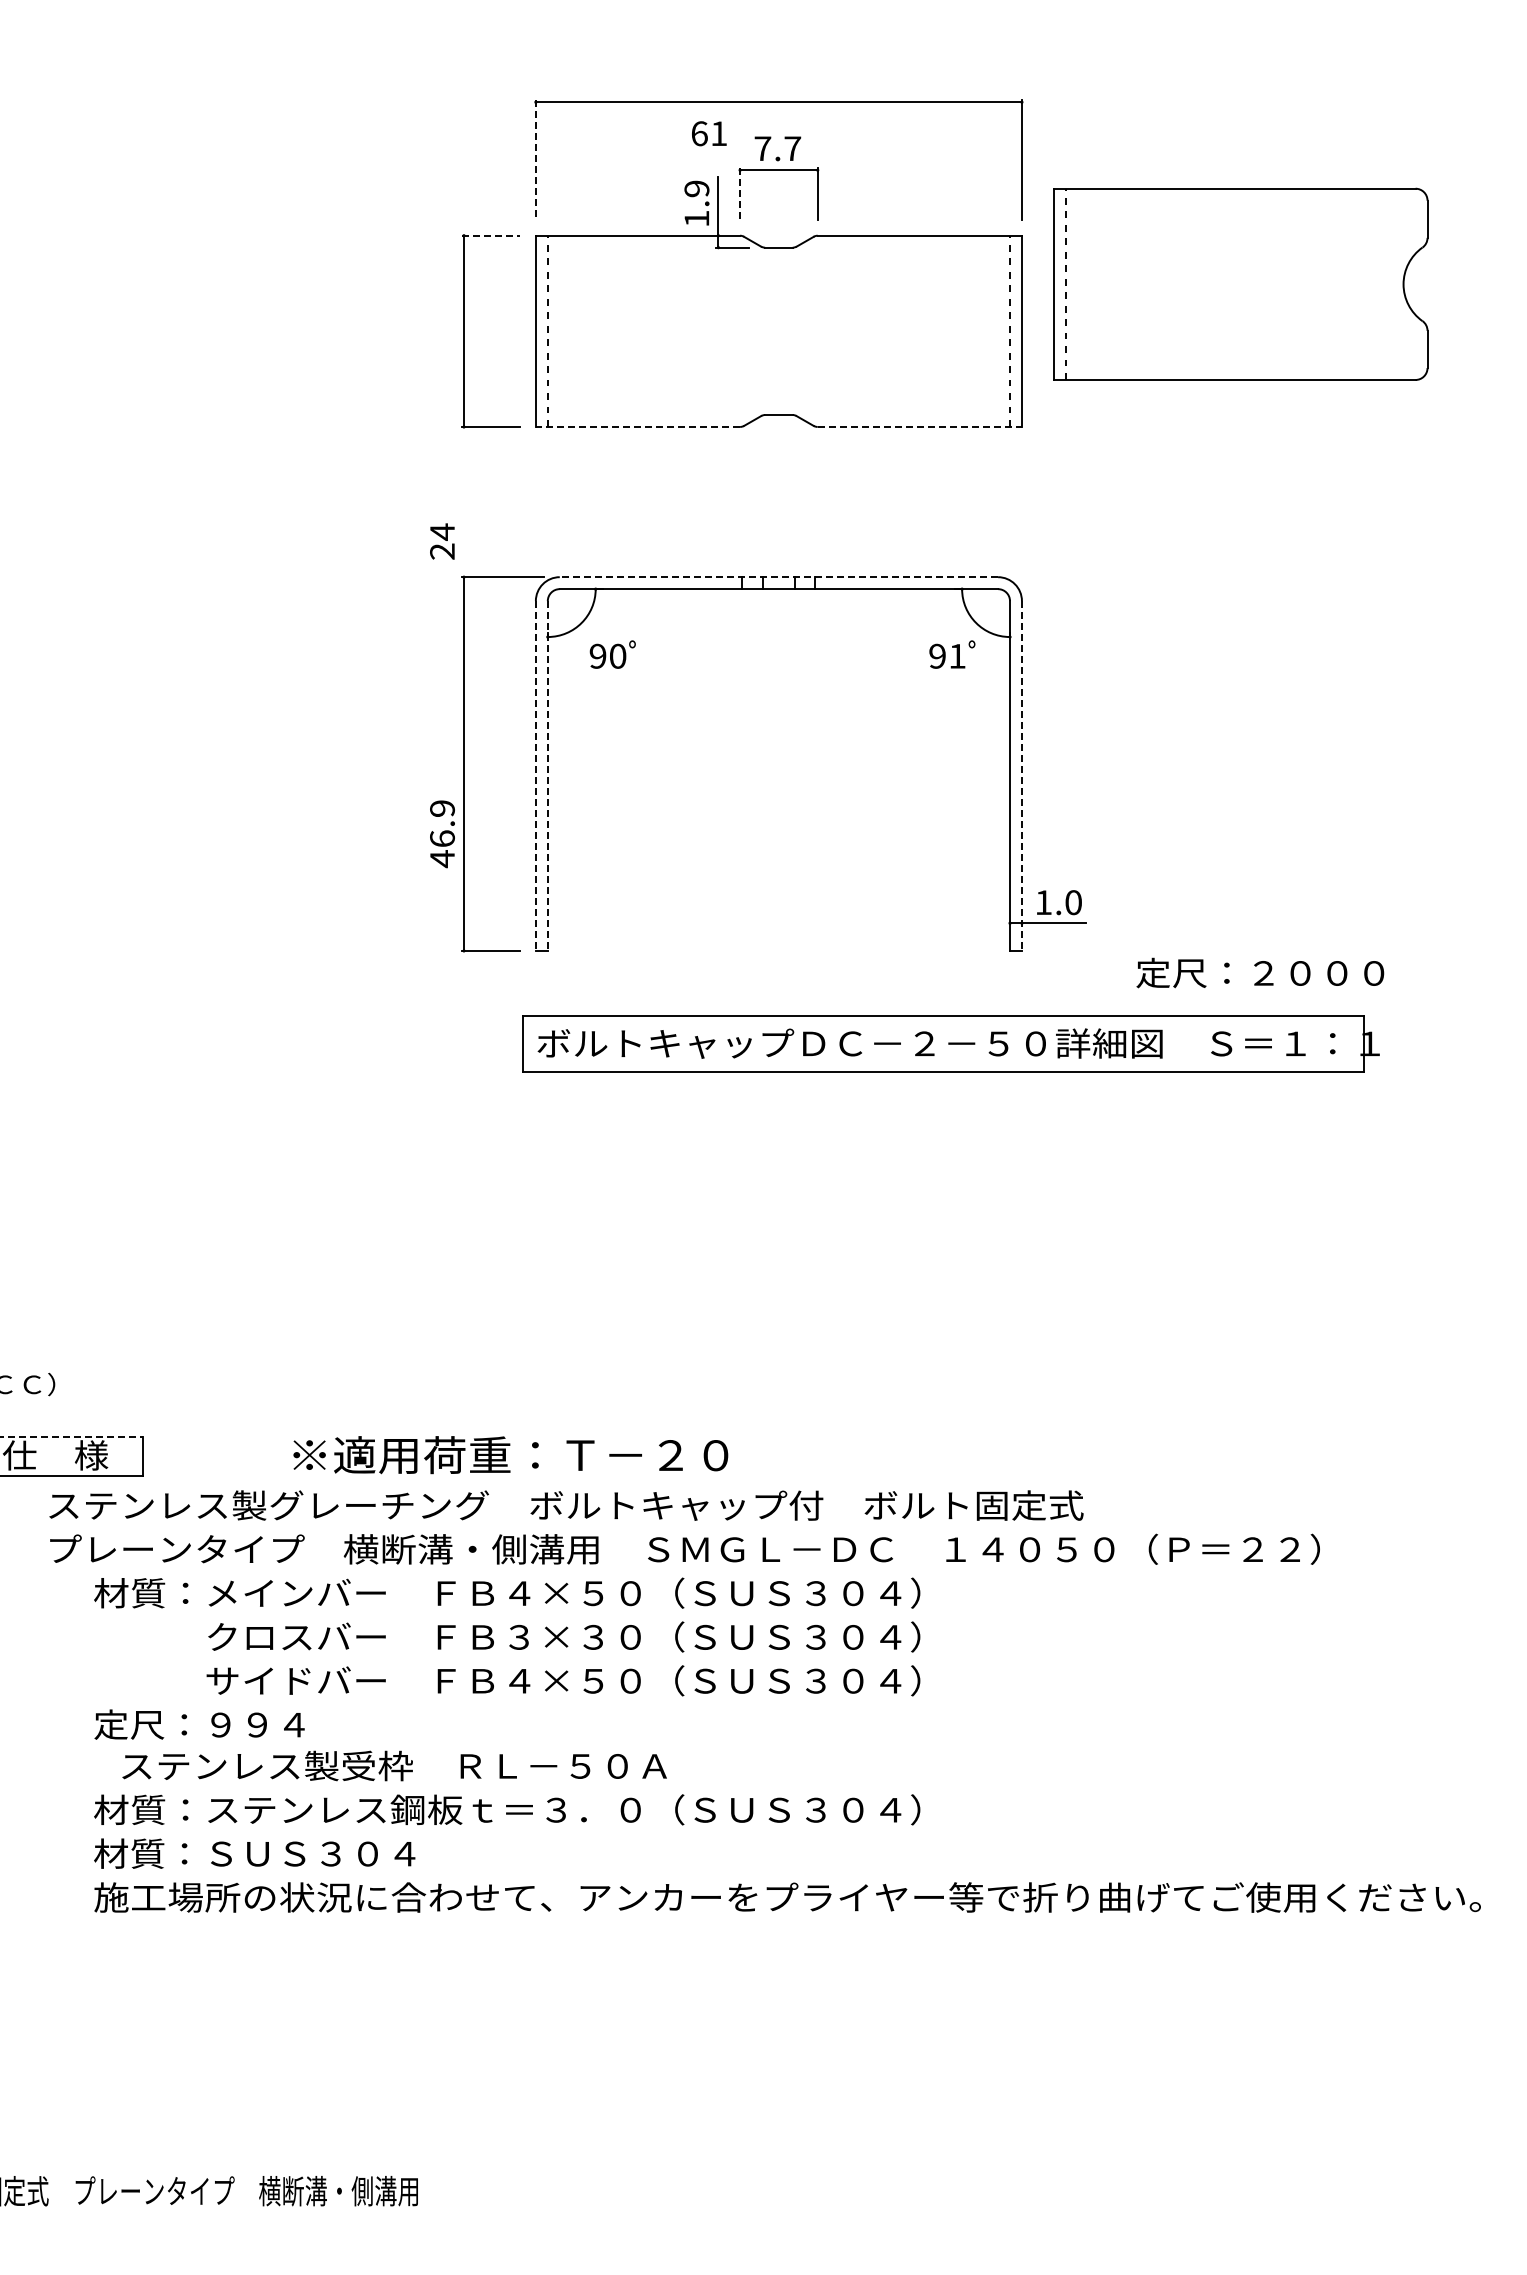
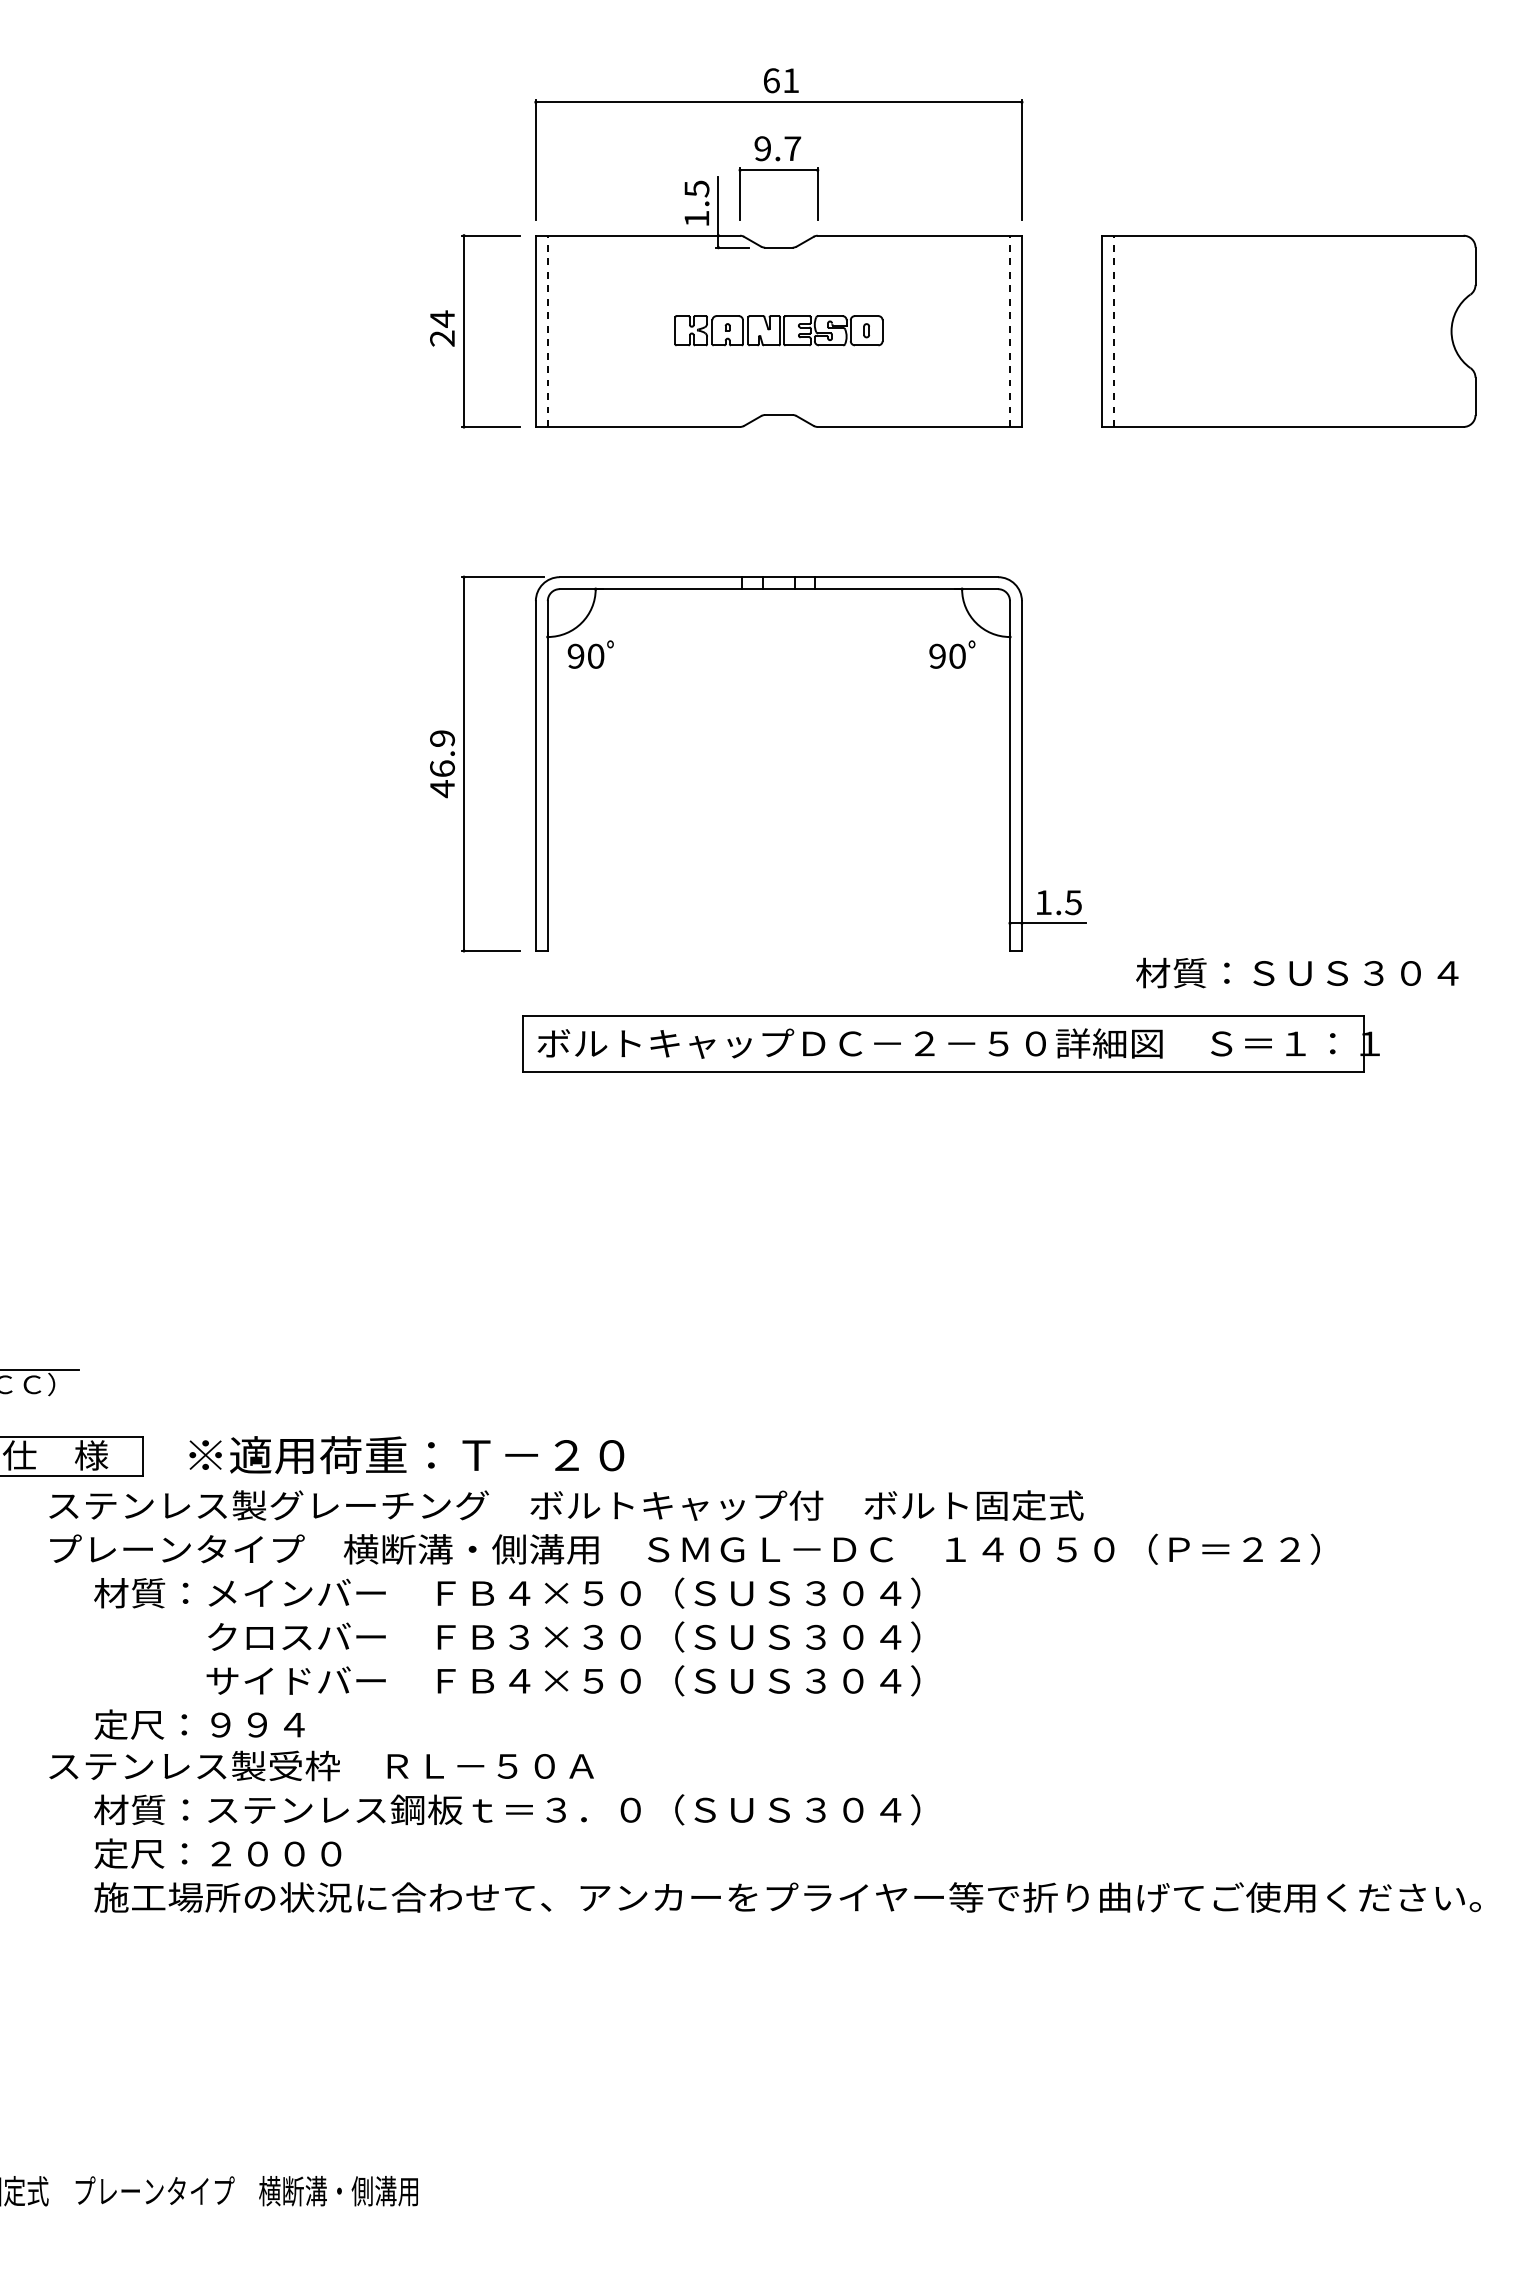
text at (709, 133) position: (709, 133) -> (781, 80)
text at (762, 148): 7.7 -> 9.7
line at (535, 159): dashed -> solid
text at (696, 188): 1.9 -> 1.5
line at (740, 193): dashed -> solid
line at (491, 235): dashed -> solid
part at (1240, 283) position: (1240, 283) -> (1288, 330)
part at (778, 330): none -> present
line at (637, 426): dashed -> solid
line at (920, 426): dashed -> solid
text at (442, 541) position: (442, 541) -> (442, 328)
line at (778, 577): dashed -> solid
text at (612, 654) position: (612, 654) -> (590, 654)
text at (957, 655): 91 -> 90
line at (535, 776): dashed -> solid
line at (547, 776): dashed -> solid
line at (1021, 776): dashed -> solid
text at (442, 834) position: (442, 834) -> (442, 764)
text at (1073, 902): 1.0 -> 1.5
text at (1297, 972): 定尺：２０００ -> 材質：ＳＵＳ３０４
line at (40, 1369): none -> present
line at (72, 1436): dashed -> solid
text at (510, 1455) position: (510, 1455) -> (406, 1455)
text at (394, 1765) position: (394, 1765) -> (321, 1765)
text at (254, 1853): 材質：ＳＵＳ３０４ -> 定尺：２０００
